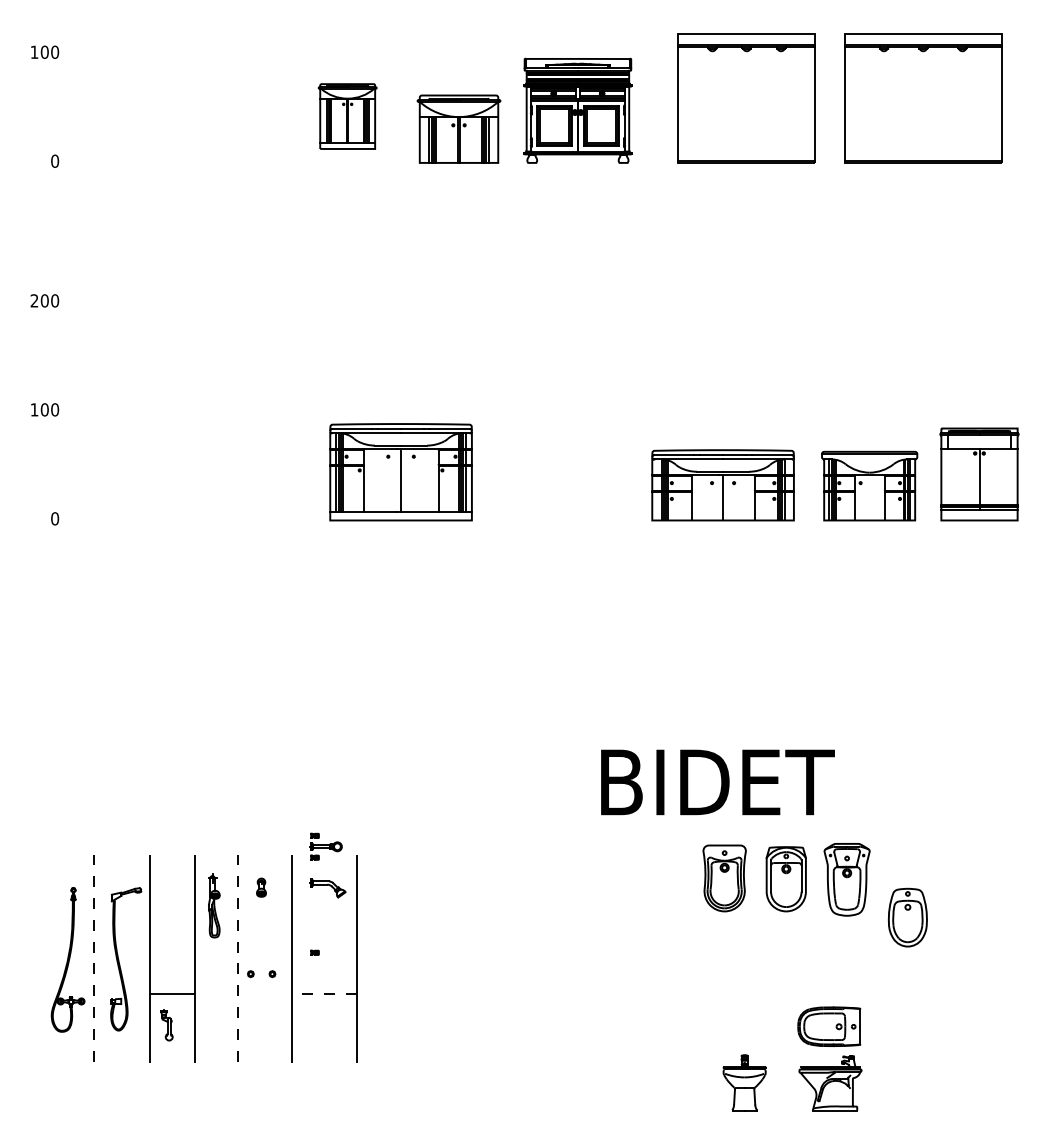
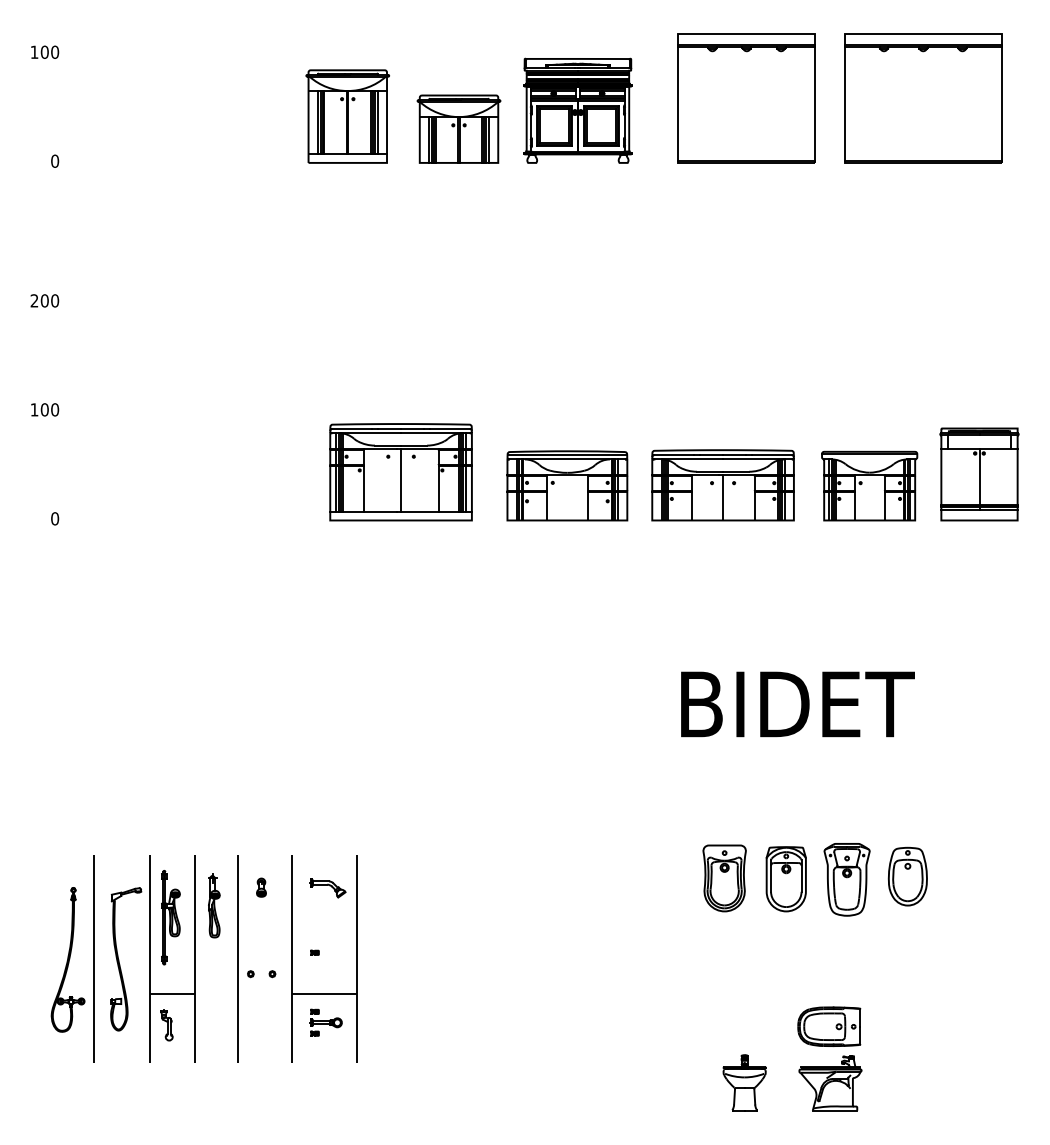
part at (347, 116) size: 61x67 px -> 85x95 px
part at (567, 485): none -> present
text at (717, 782) position: (717, 782) -> (797, 704)
part at (325, 846) position: (325, 846) -> (325, 1022)
part at (170, 917): none -> present
part at (907, 917) position: (907, 917) -> (907, 876)
line at (94, 959): dashed -> solid
line at (238, 959): dashed -> solid
line at (324, 993): dashed -> solid
